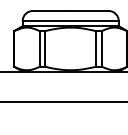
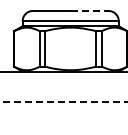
line at (89, 11): solid -> dashed
line at (64, 102): solid -> dashed
